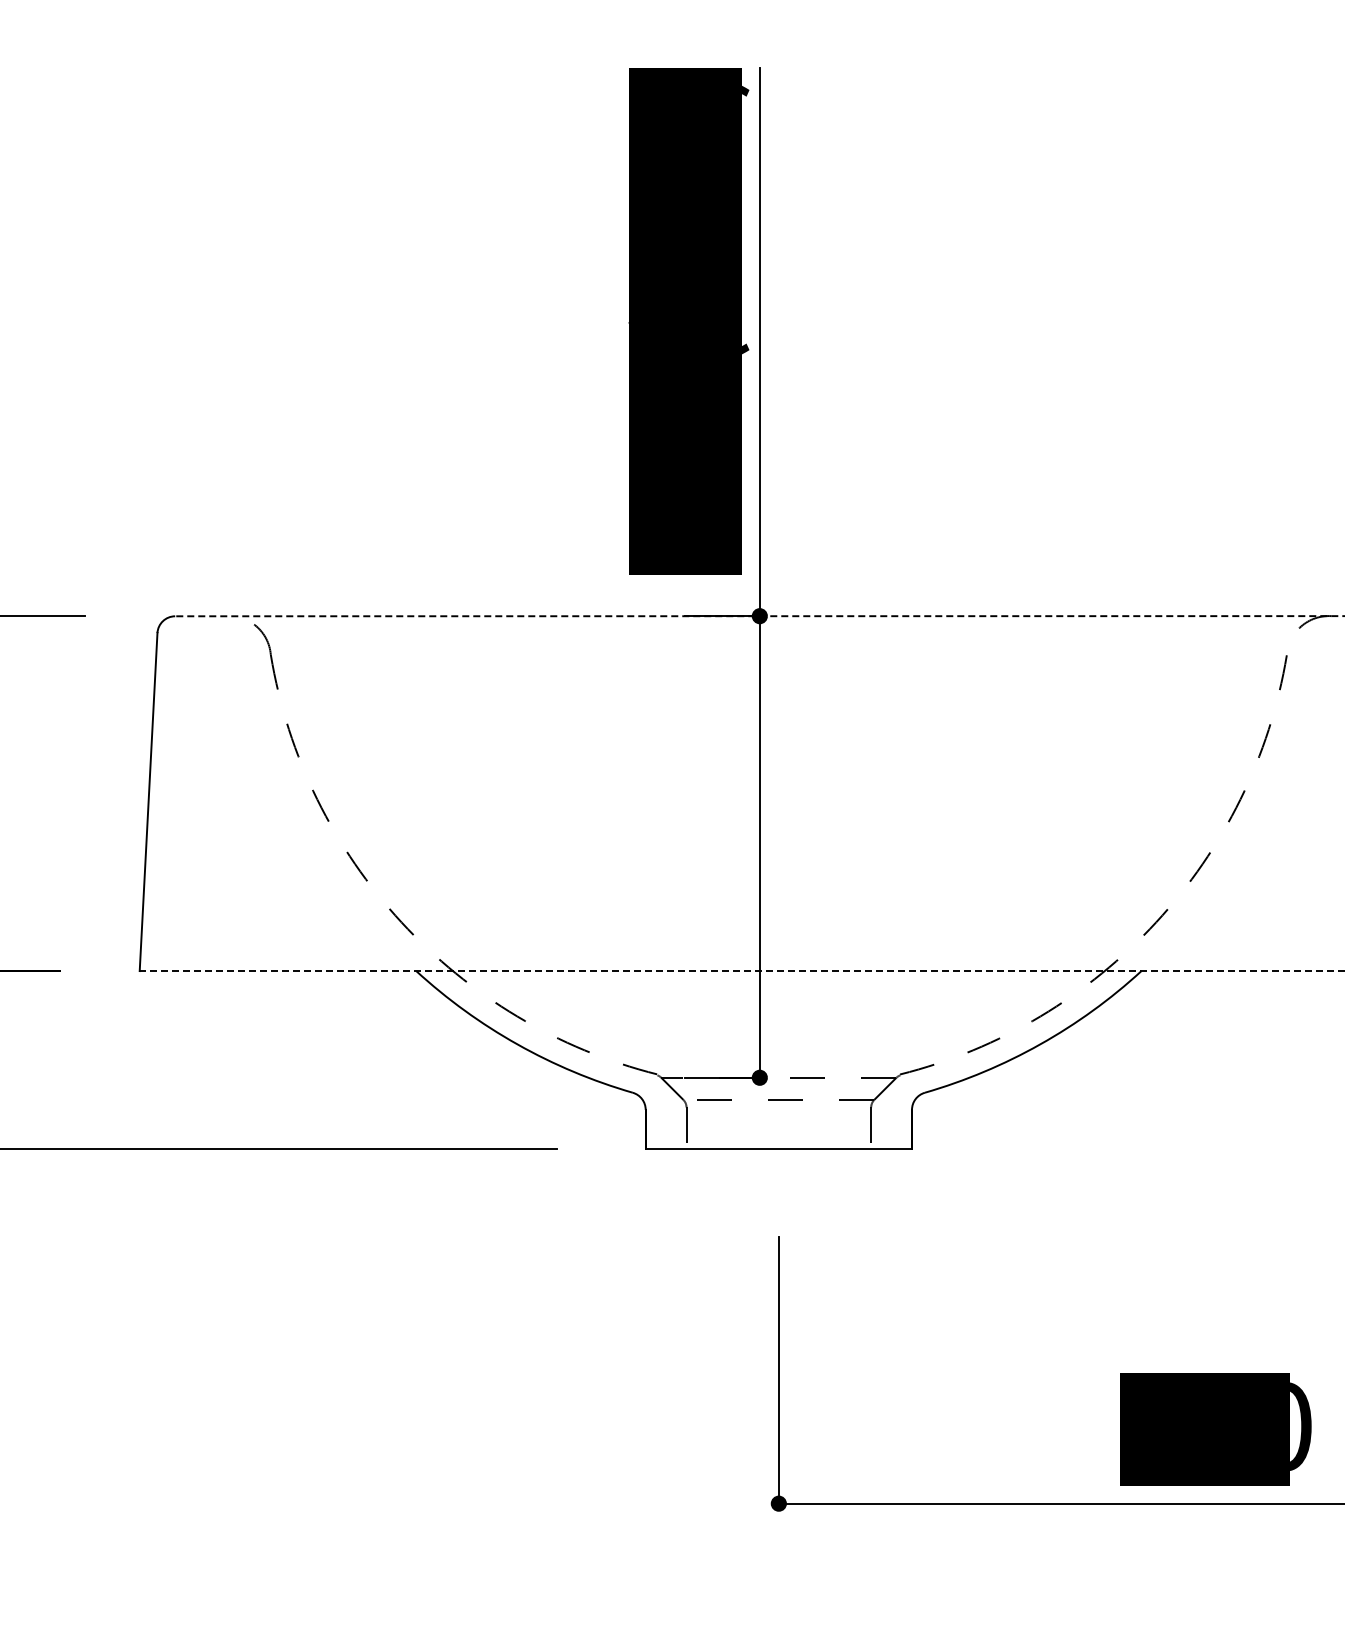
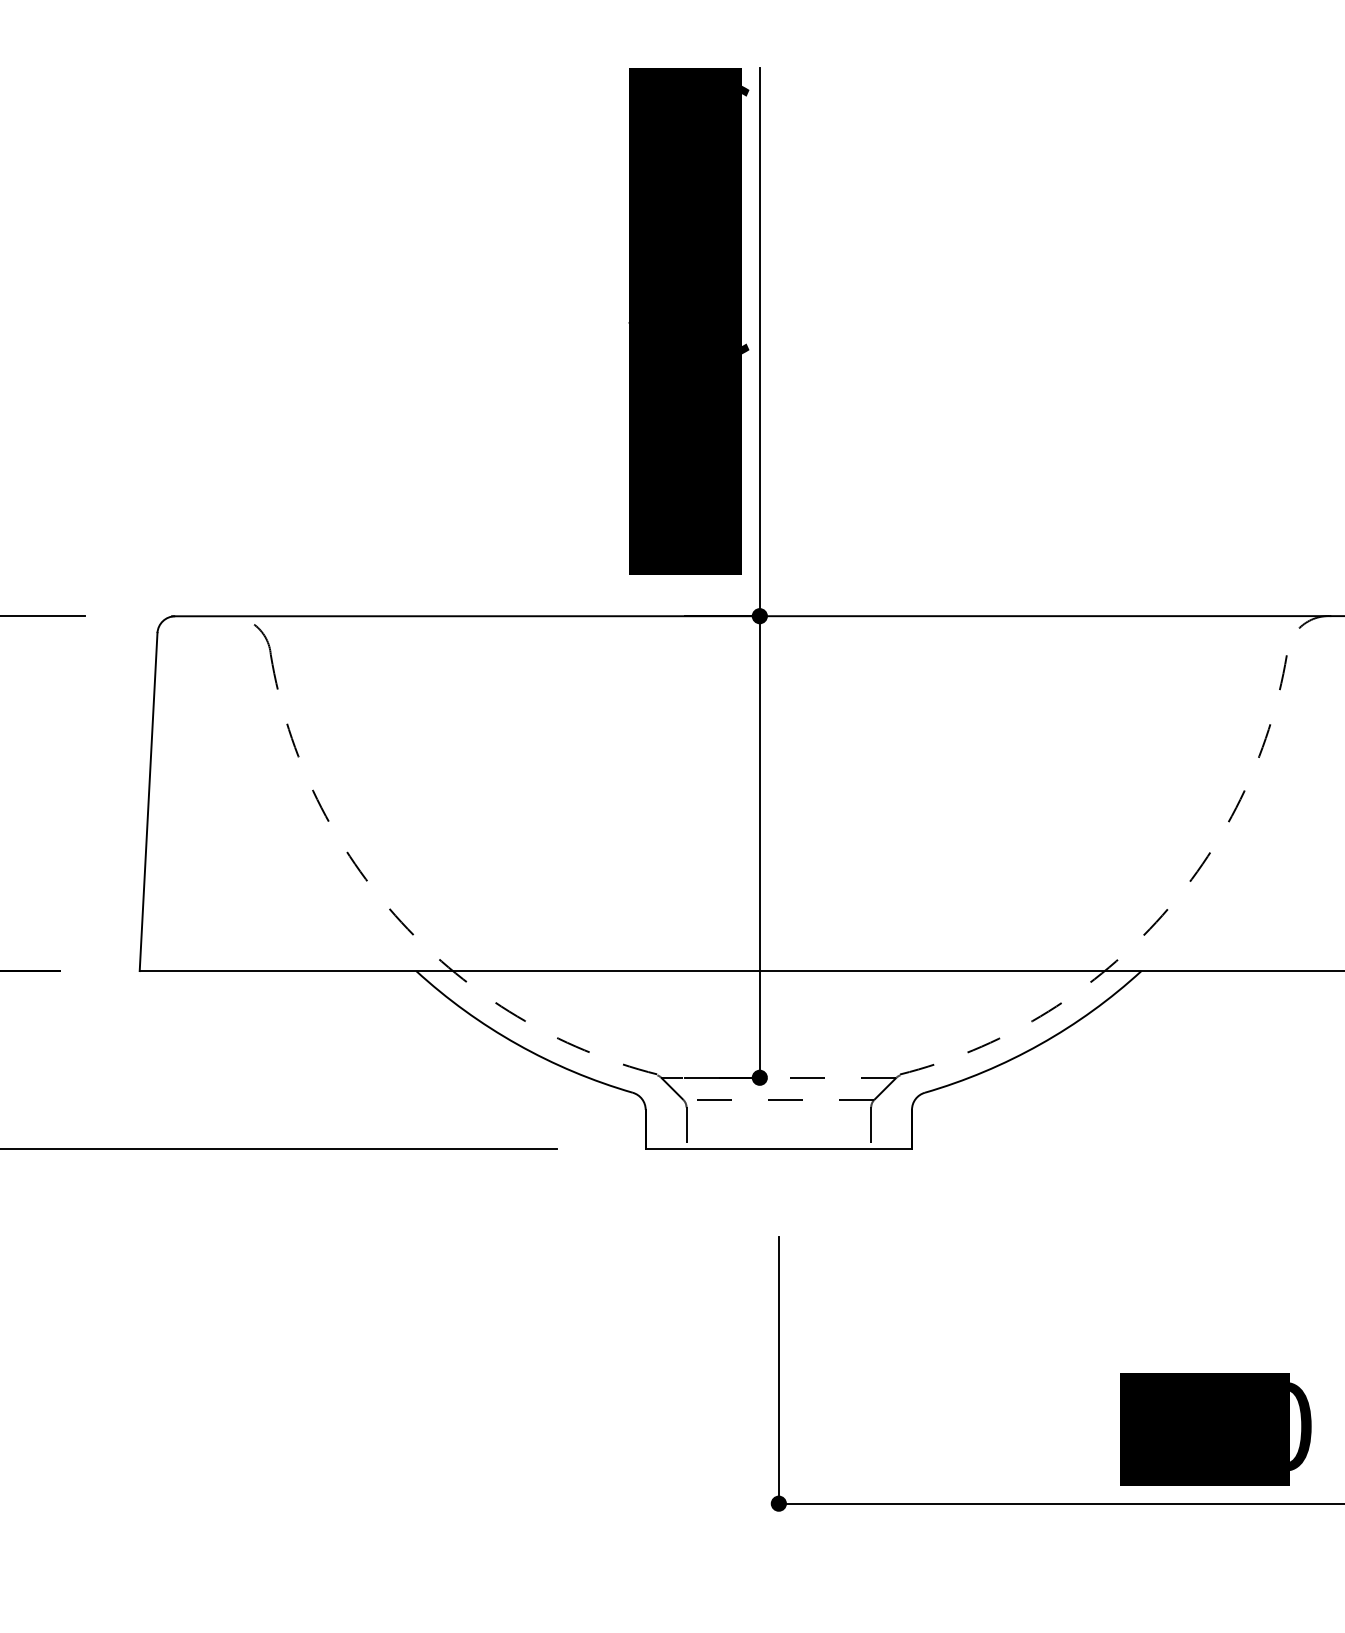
line at (757, 616): dashed -> solid
line at (741, 971): dashed -> solid
